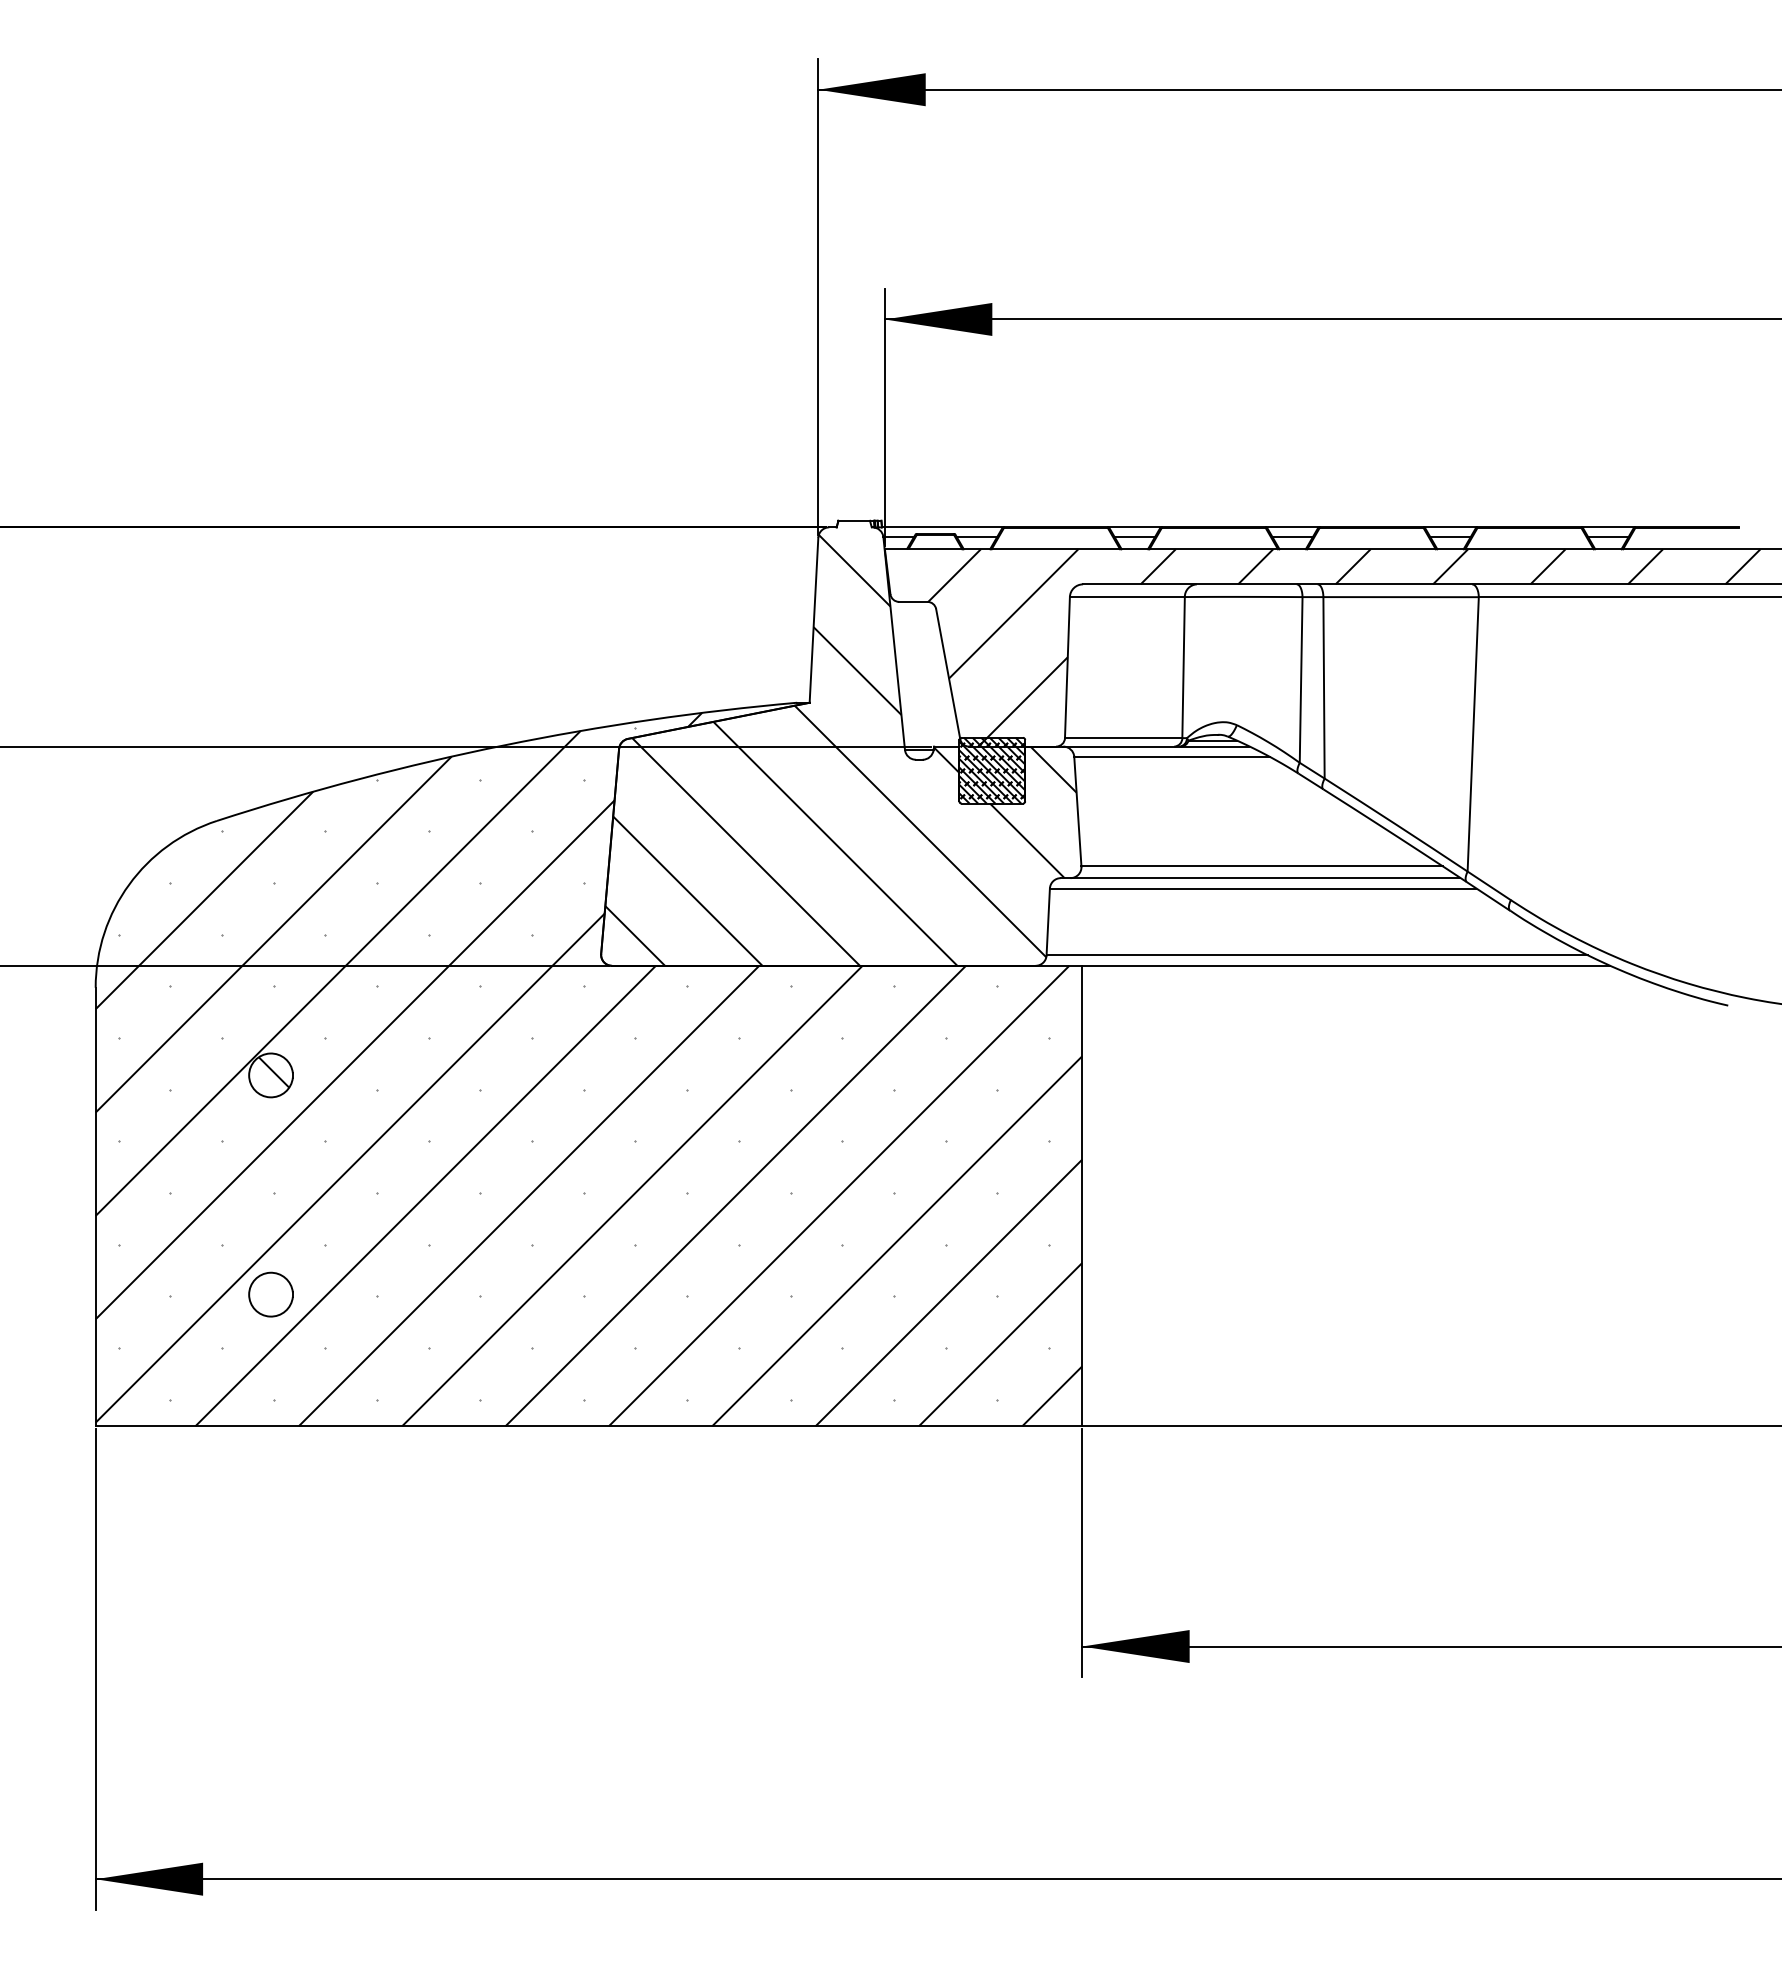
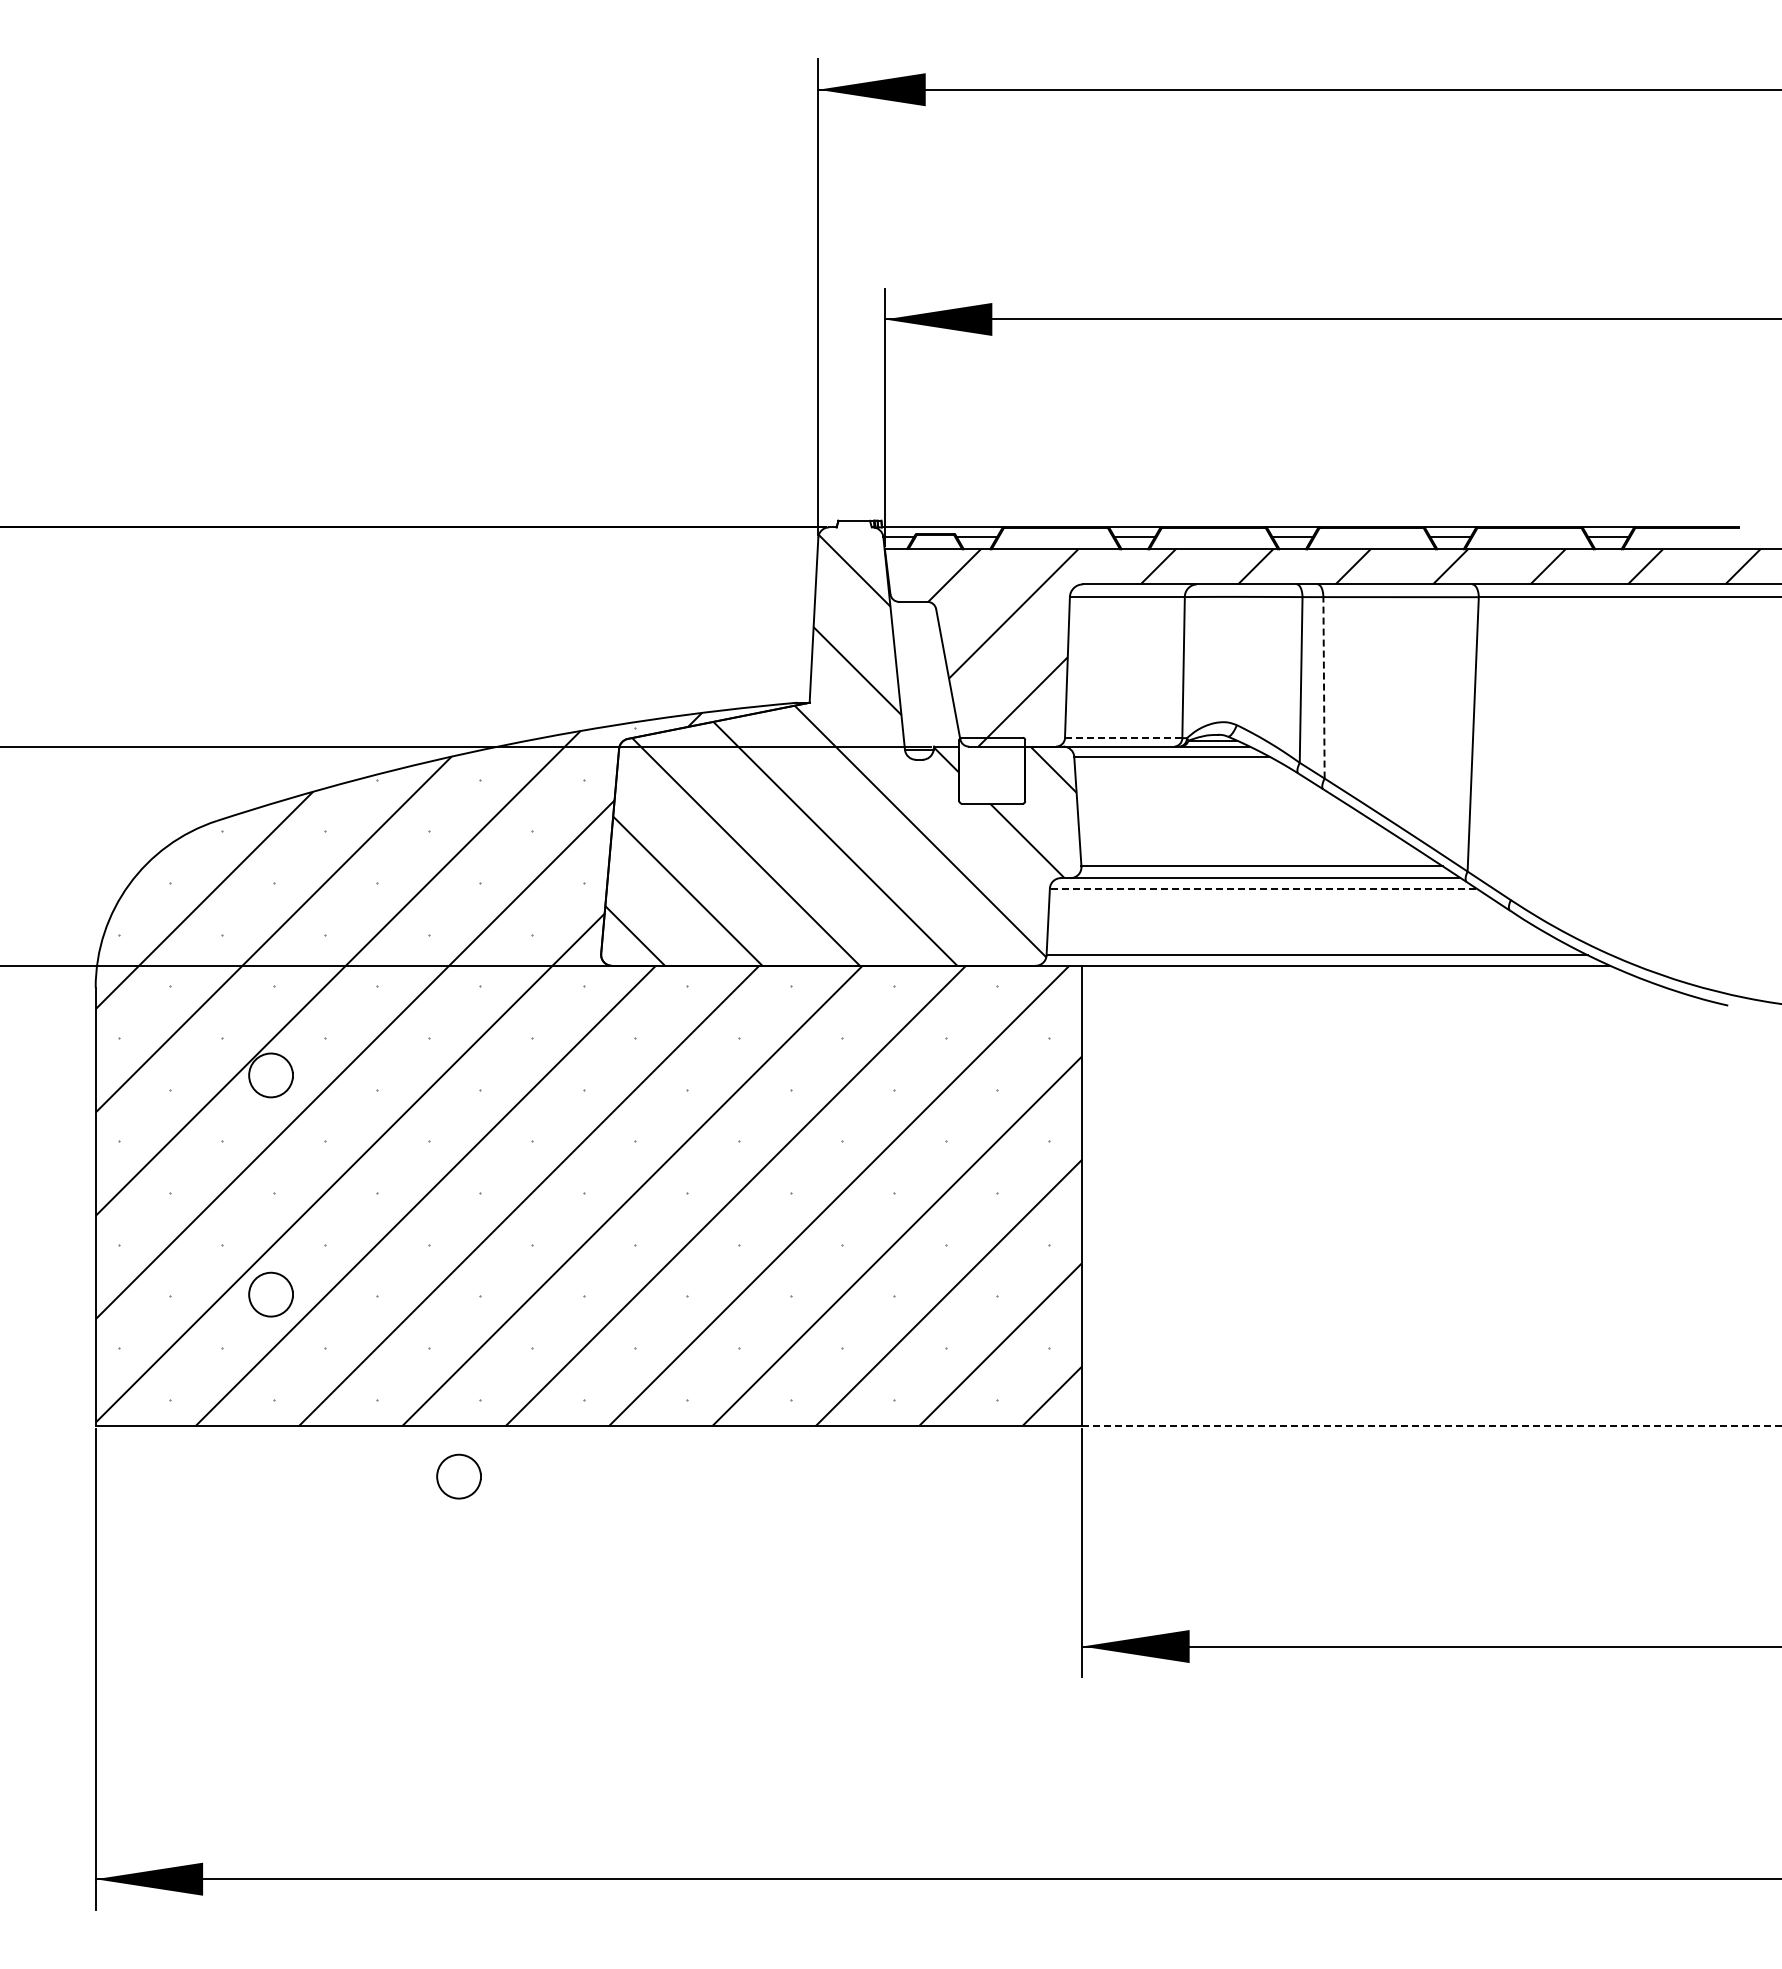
line at (1324, 687): solid -> dashed
line at (1123, 738): solid -> dashed
hatch at (992, 770): present -> none
line at (1262, 888): solid -> dashed
hatch at (273, 1072): present -> none
line at (1432, 1426): solid -> dashed
part at (458, 1476): none -> present
